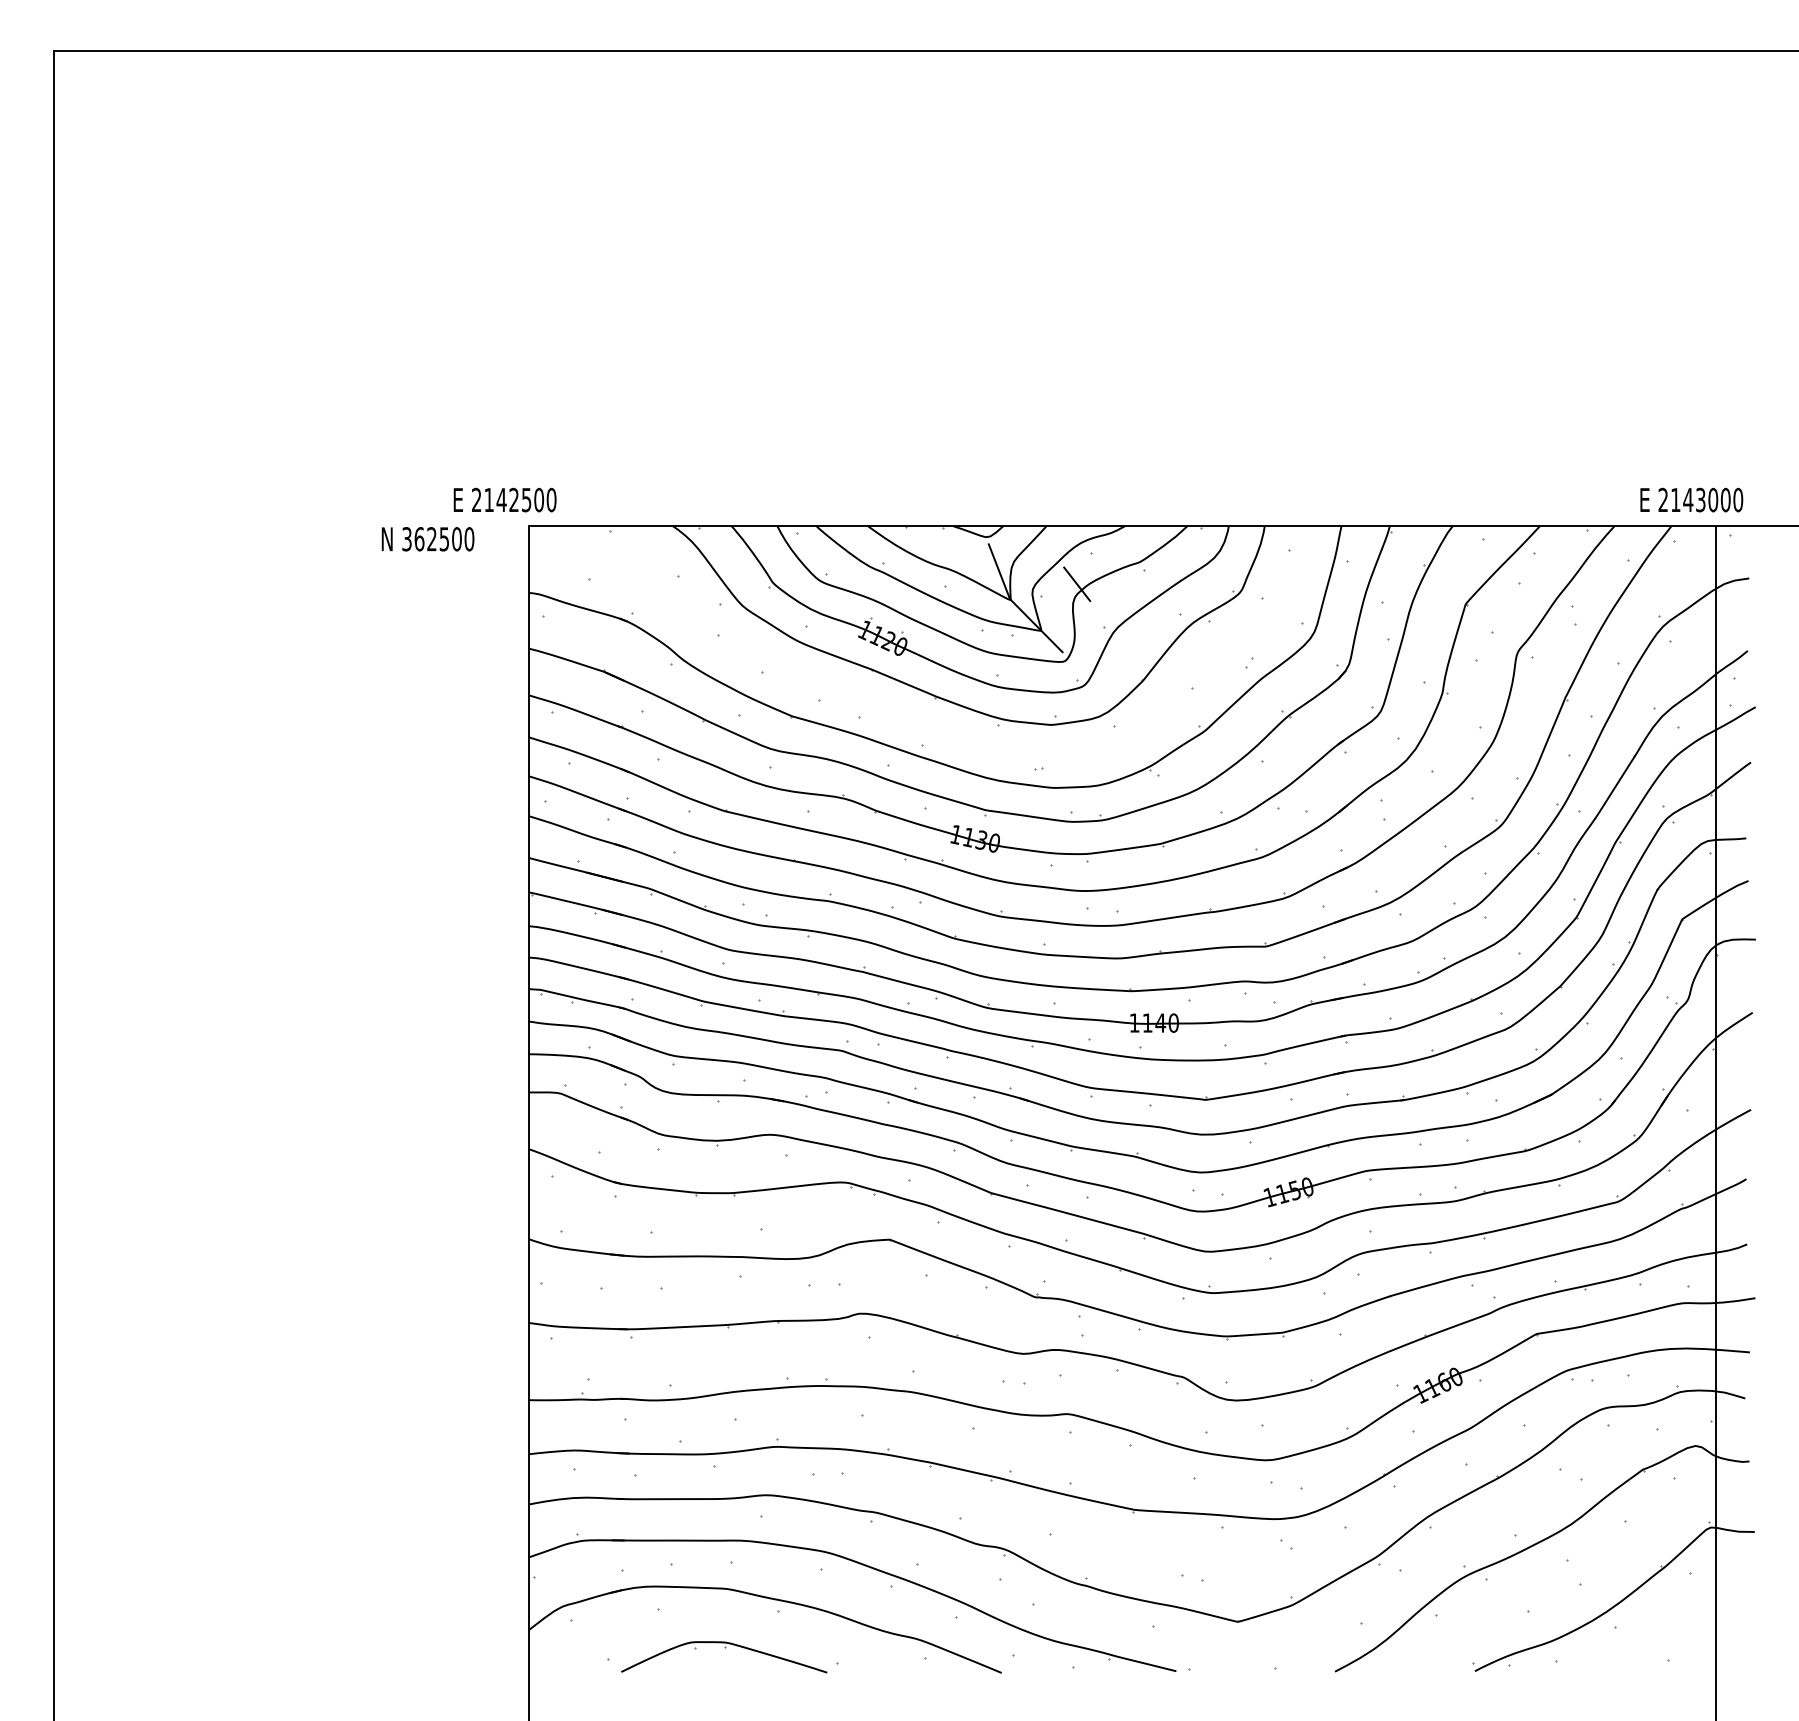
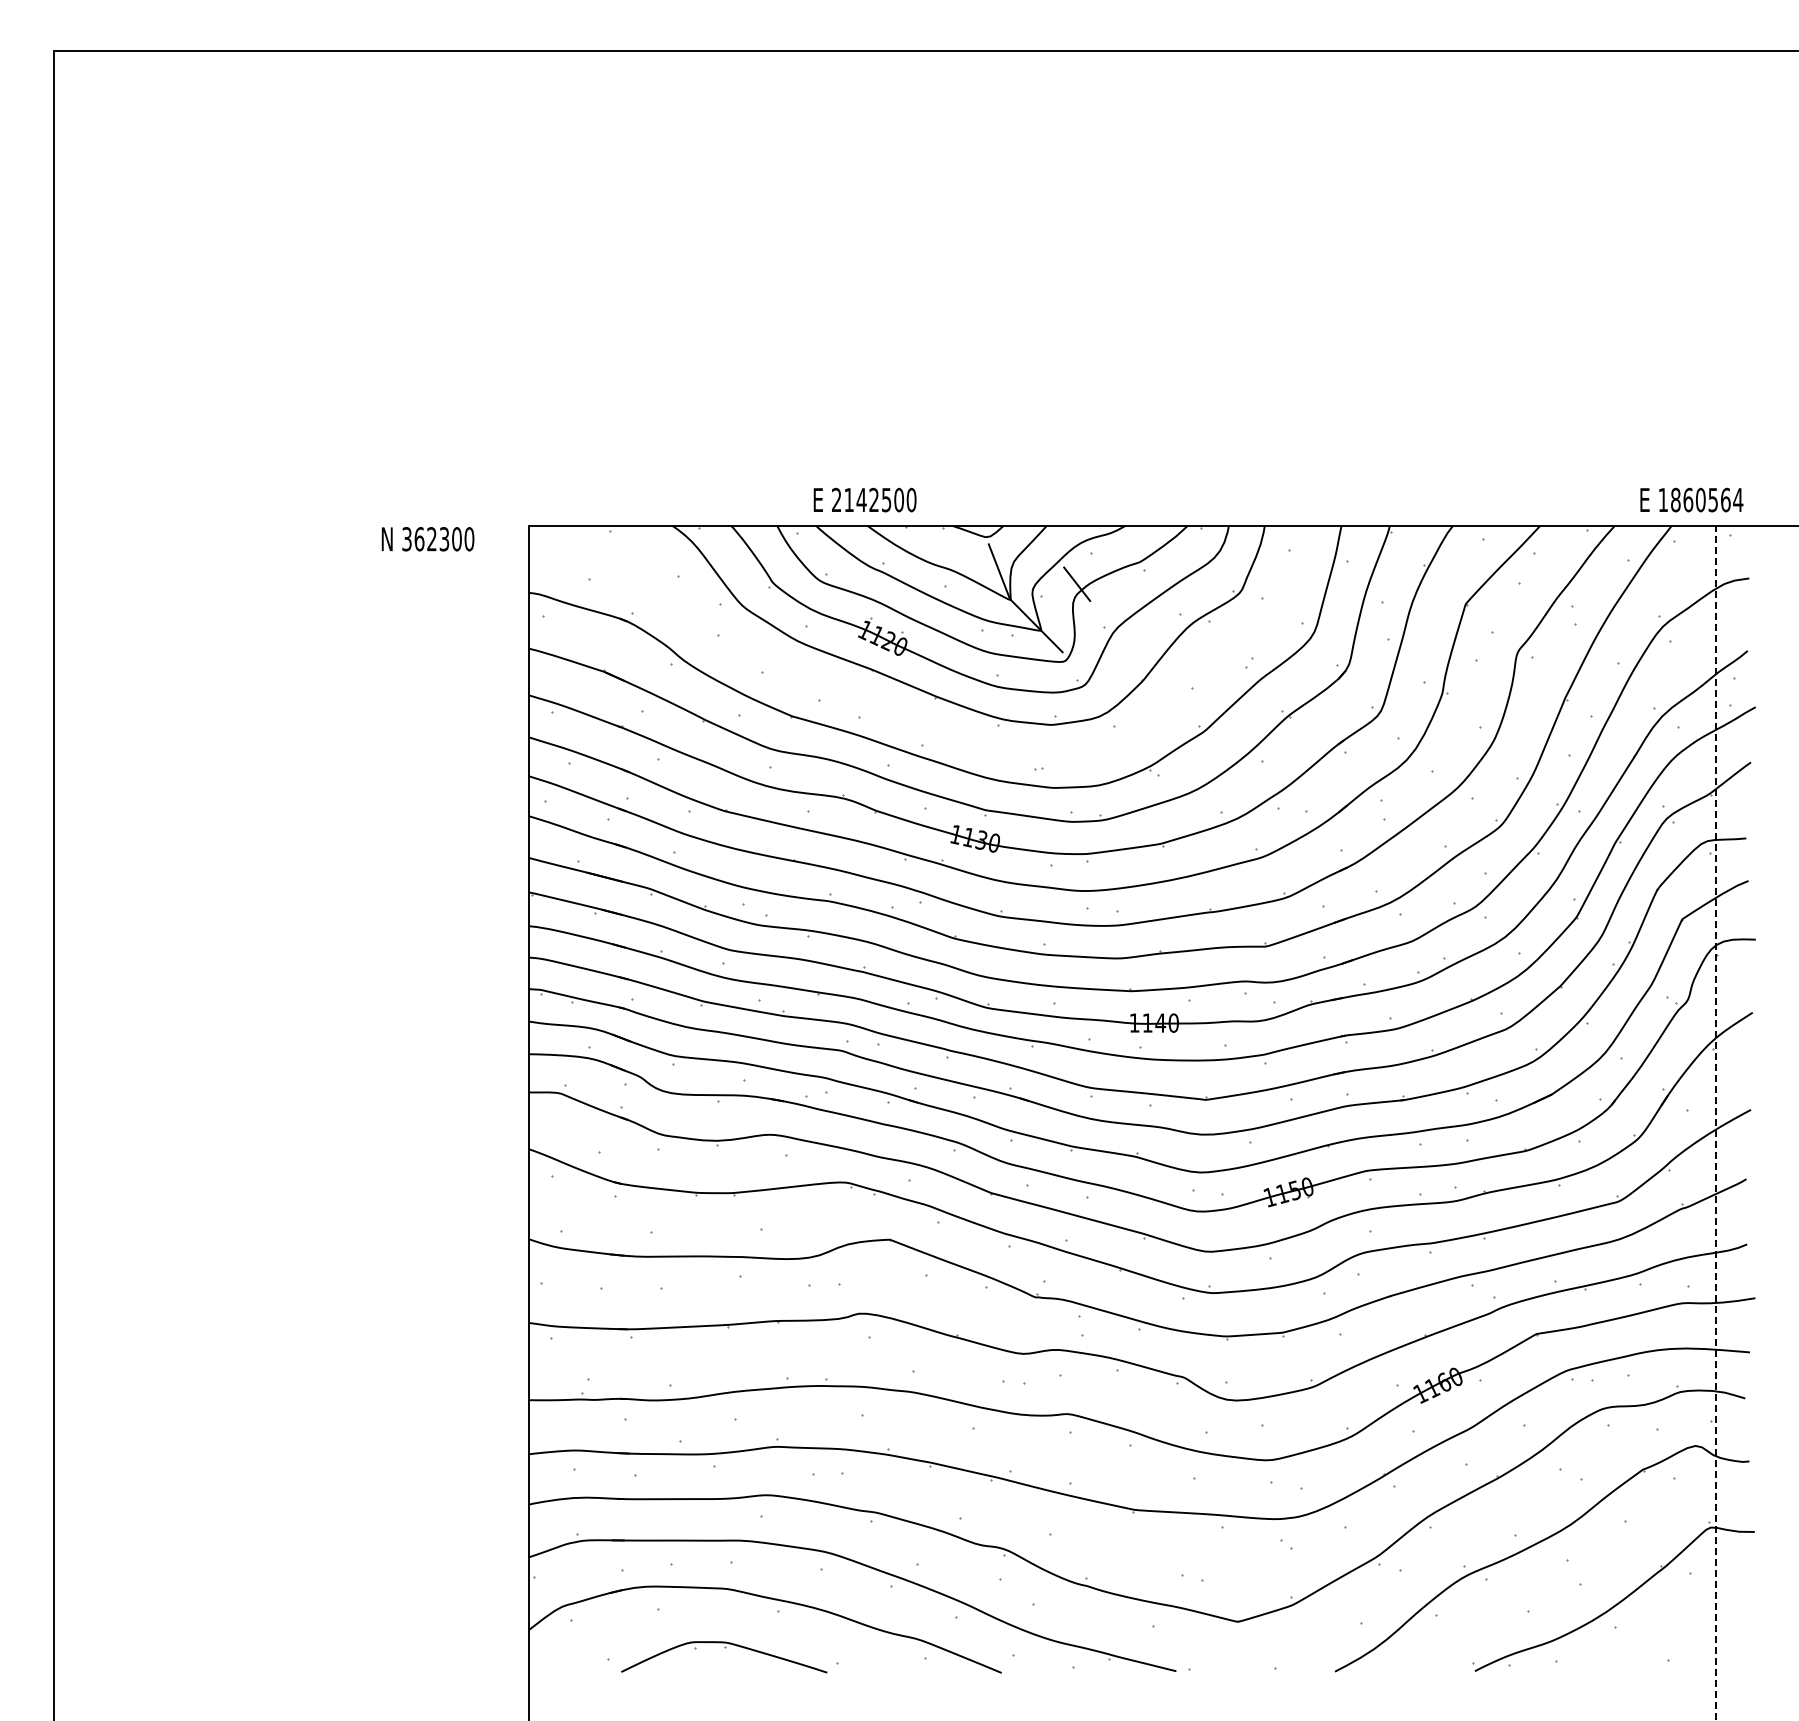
text at (504, 499) position: (504, 499) -> (864, 499)
text at (1700, 499): 2143000 -> 1860564
text at (444, 538): 362500 -> 362300
line at (1715, 1123): solid -> dashed
